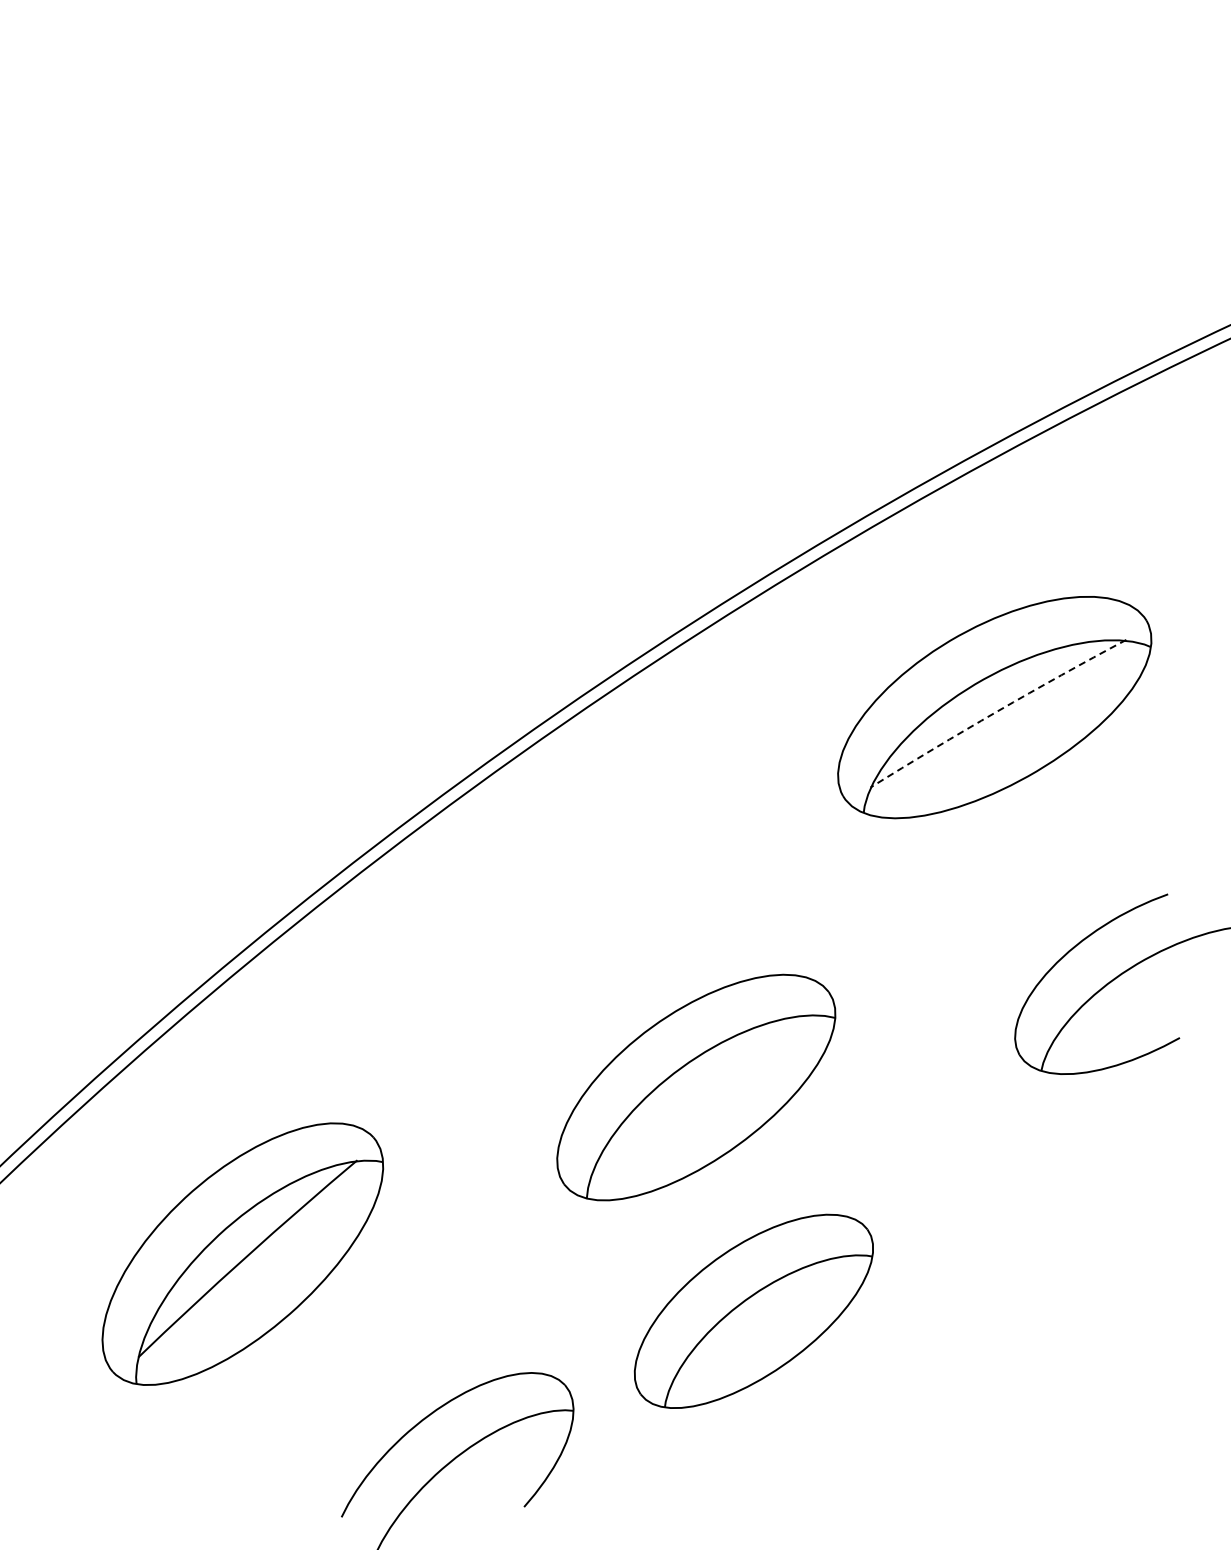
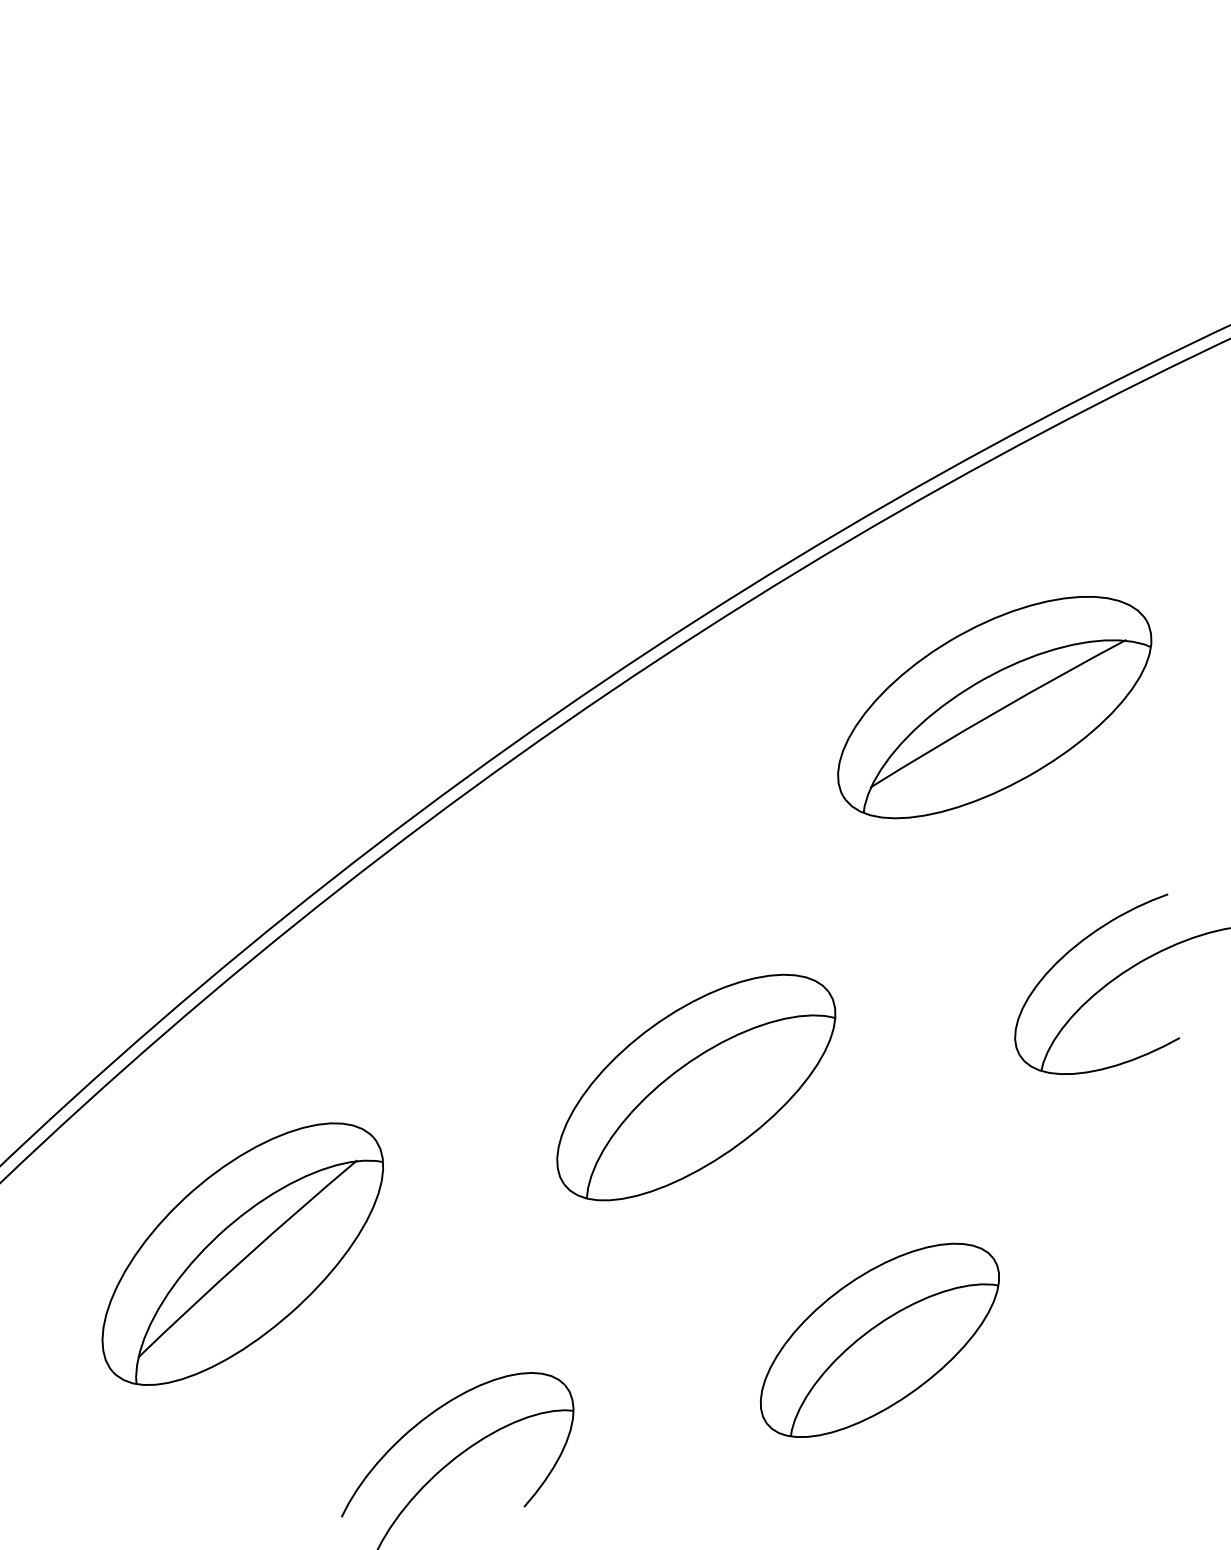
arc at (997, 711): dashed -> solid
part at (753, 1310) position: (753, 1310) -> (879, 1339)
